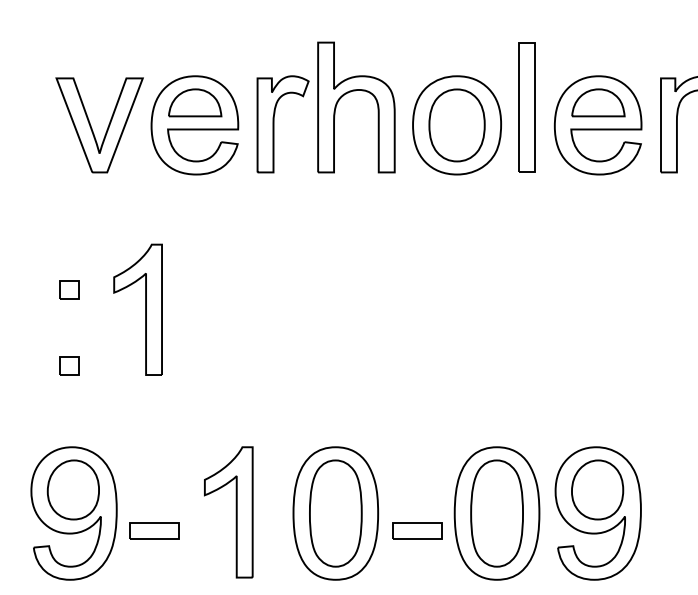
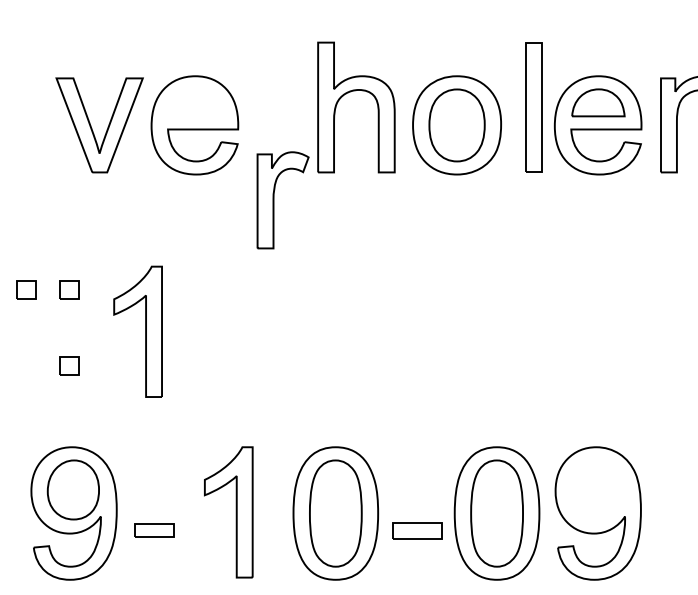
part at (195, 102): present -> none
part at (526, 107) position: (526, 107) -> (533, 107)
part at (274, 124) position: (274, 124) -> (274, 200)
part at (26, 289): none -> present
part at (145, 309) position: (145, 309) -> (145, 331)
part at (597, 489): present -> none
part at (154, 530) size: 51x18 px -> 41x15 px
